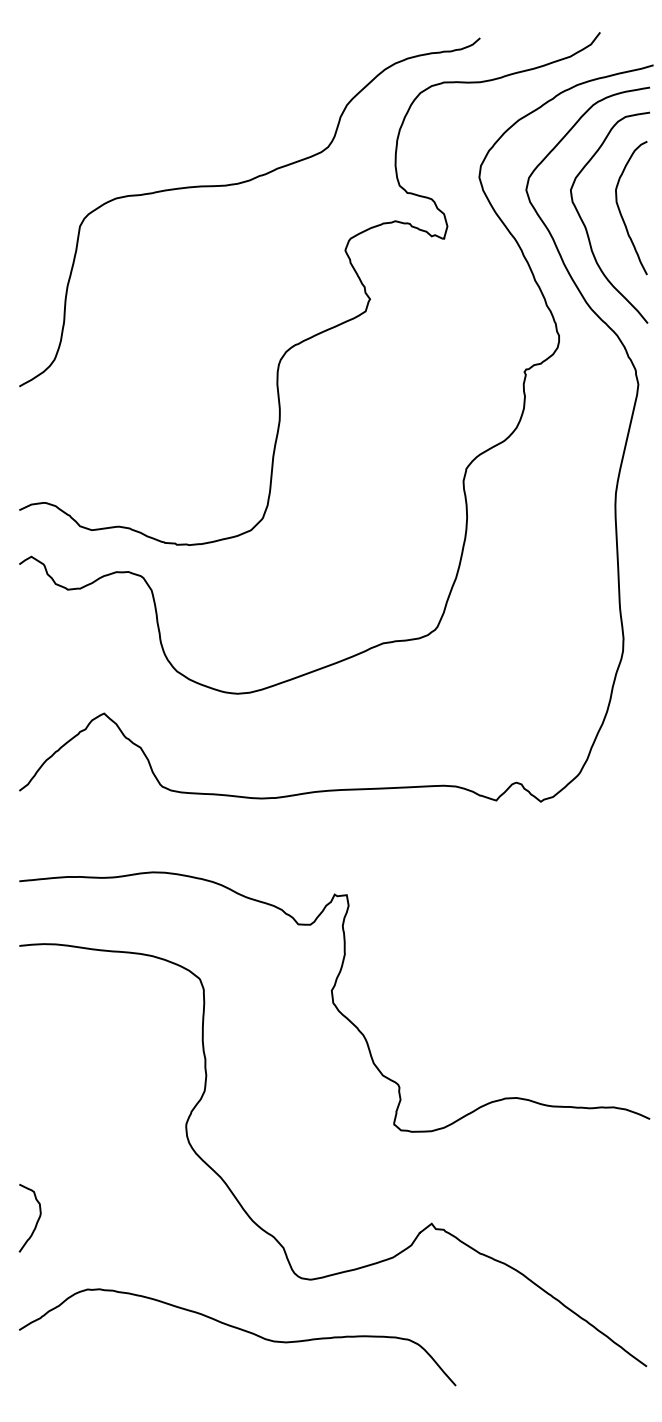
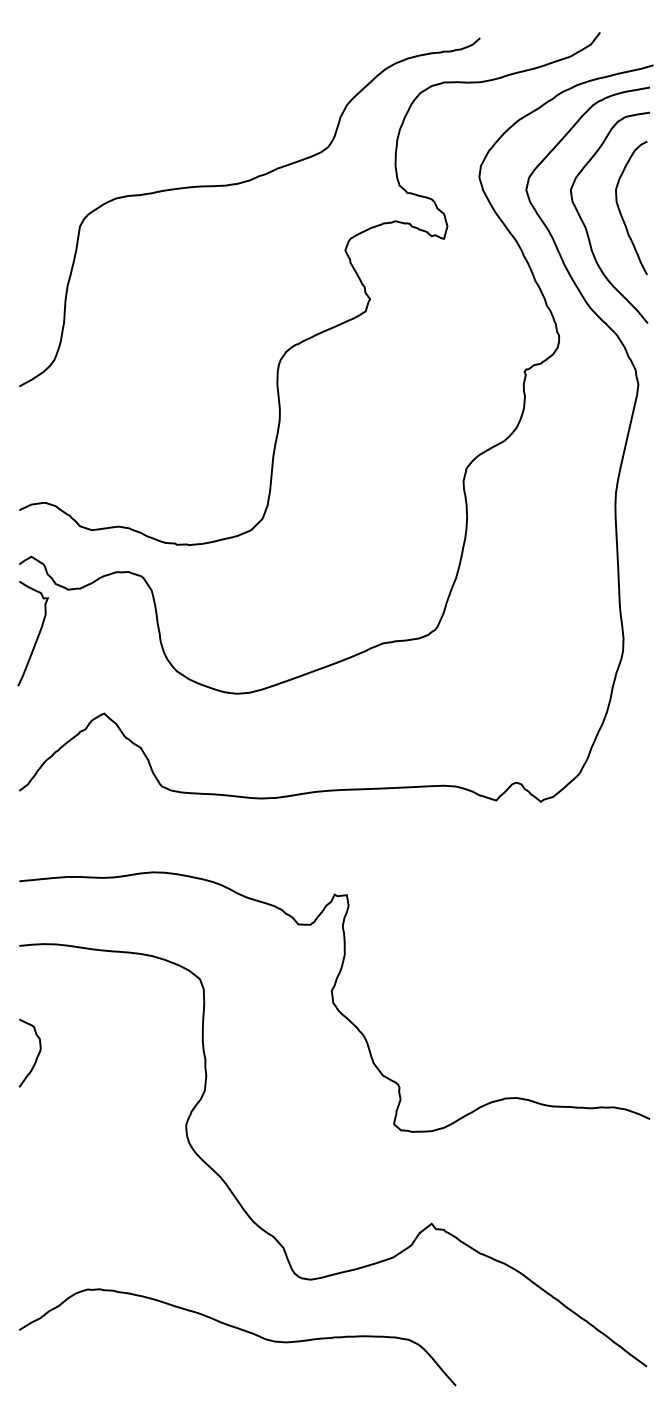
curve at (37, 635): none -> present
curve at (36, 1221) position: (36, 1221) -> (36, 1056)
